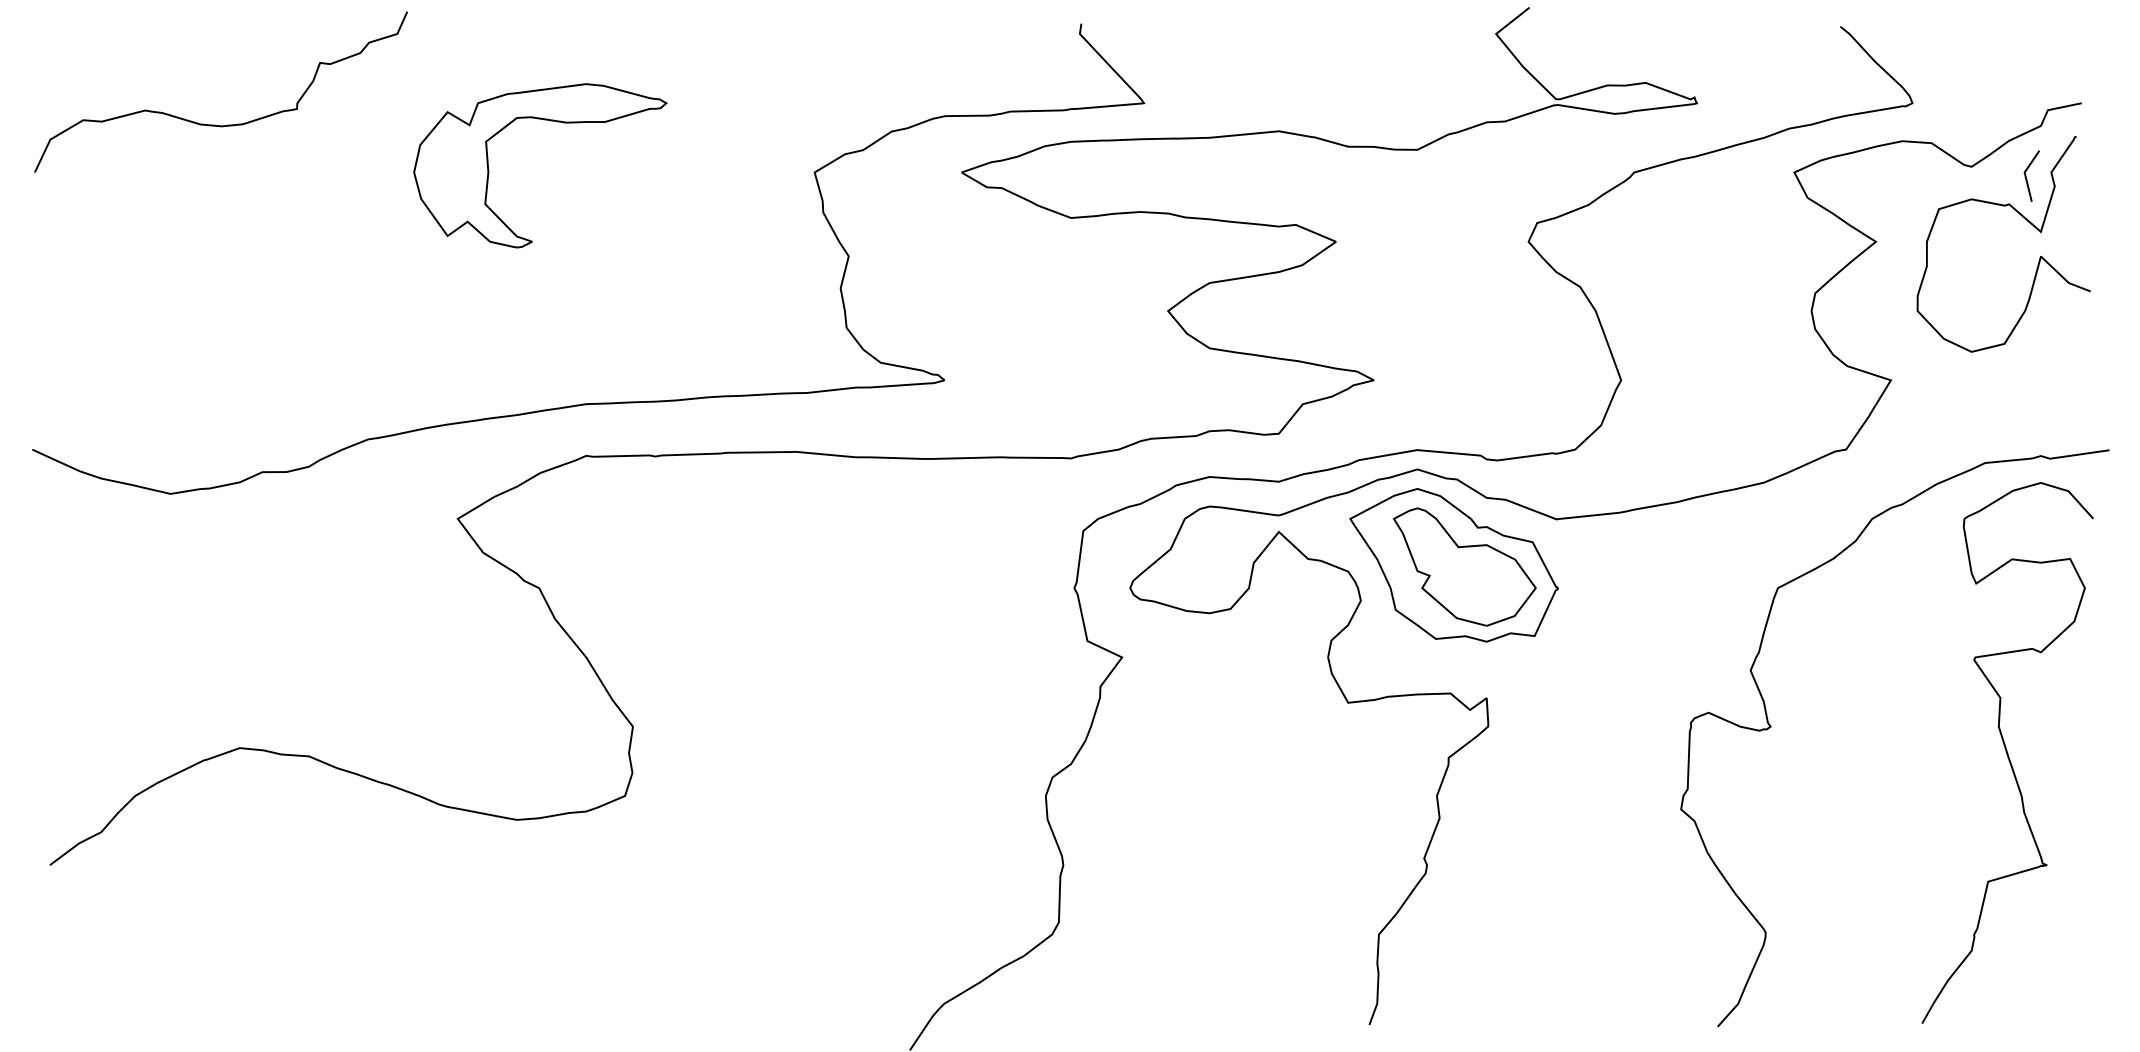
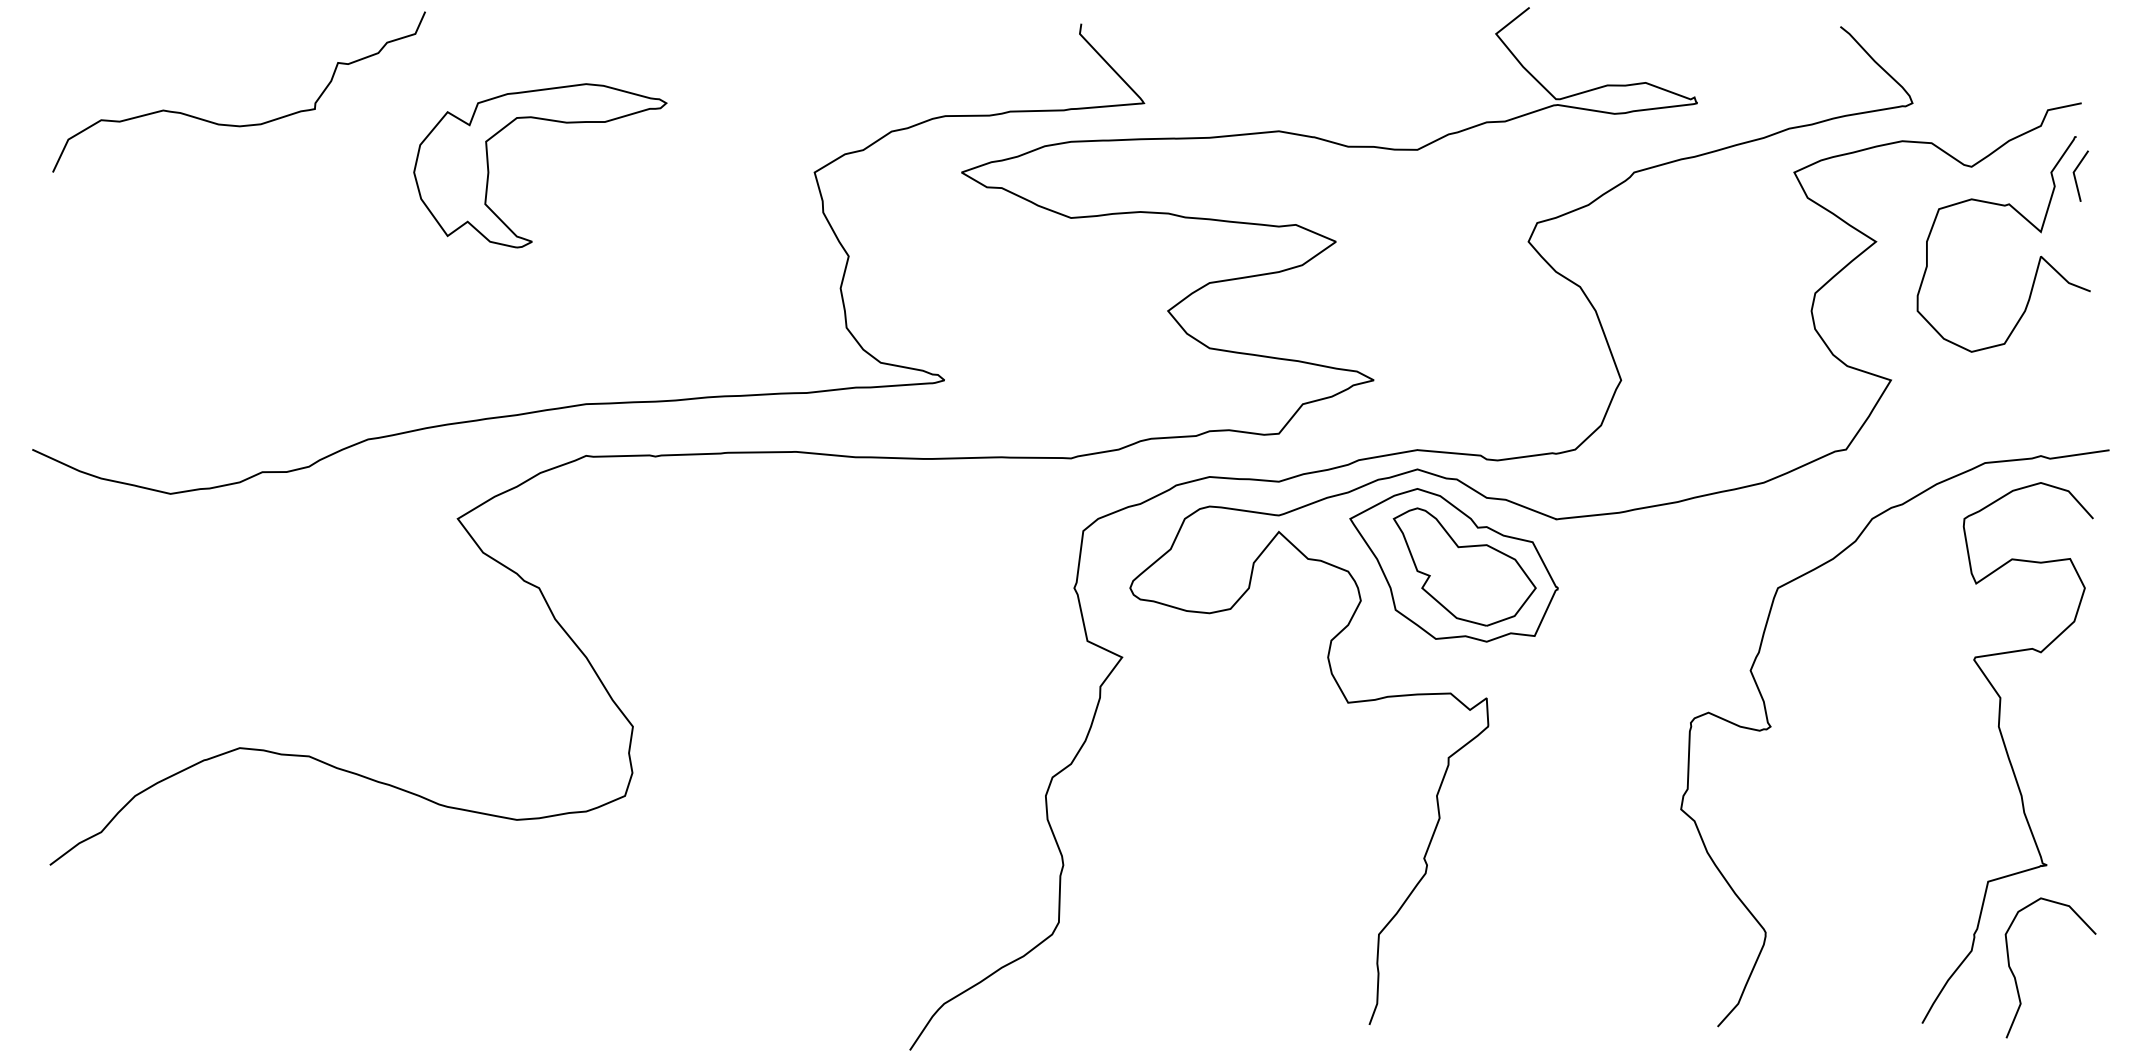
curve at (215, 124) position: (215, 124) -> (233, 124)
line at (2026, 175) position: (2026, 175) -> (2075, 175)
curve at (2016, 979): none -> present
